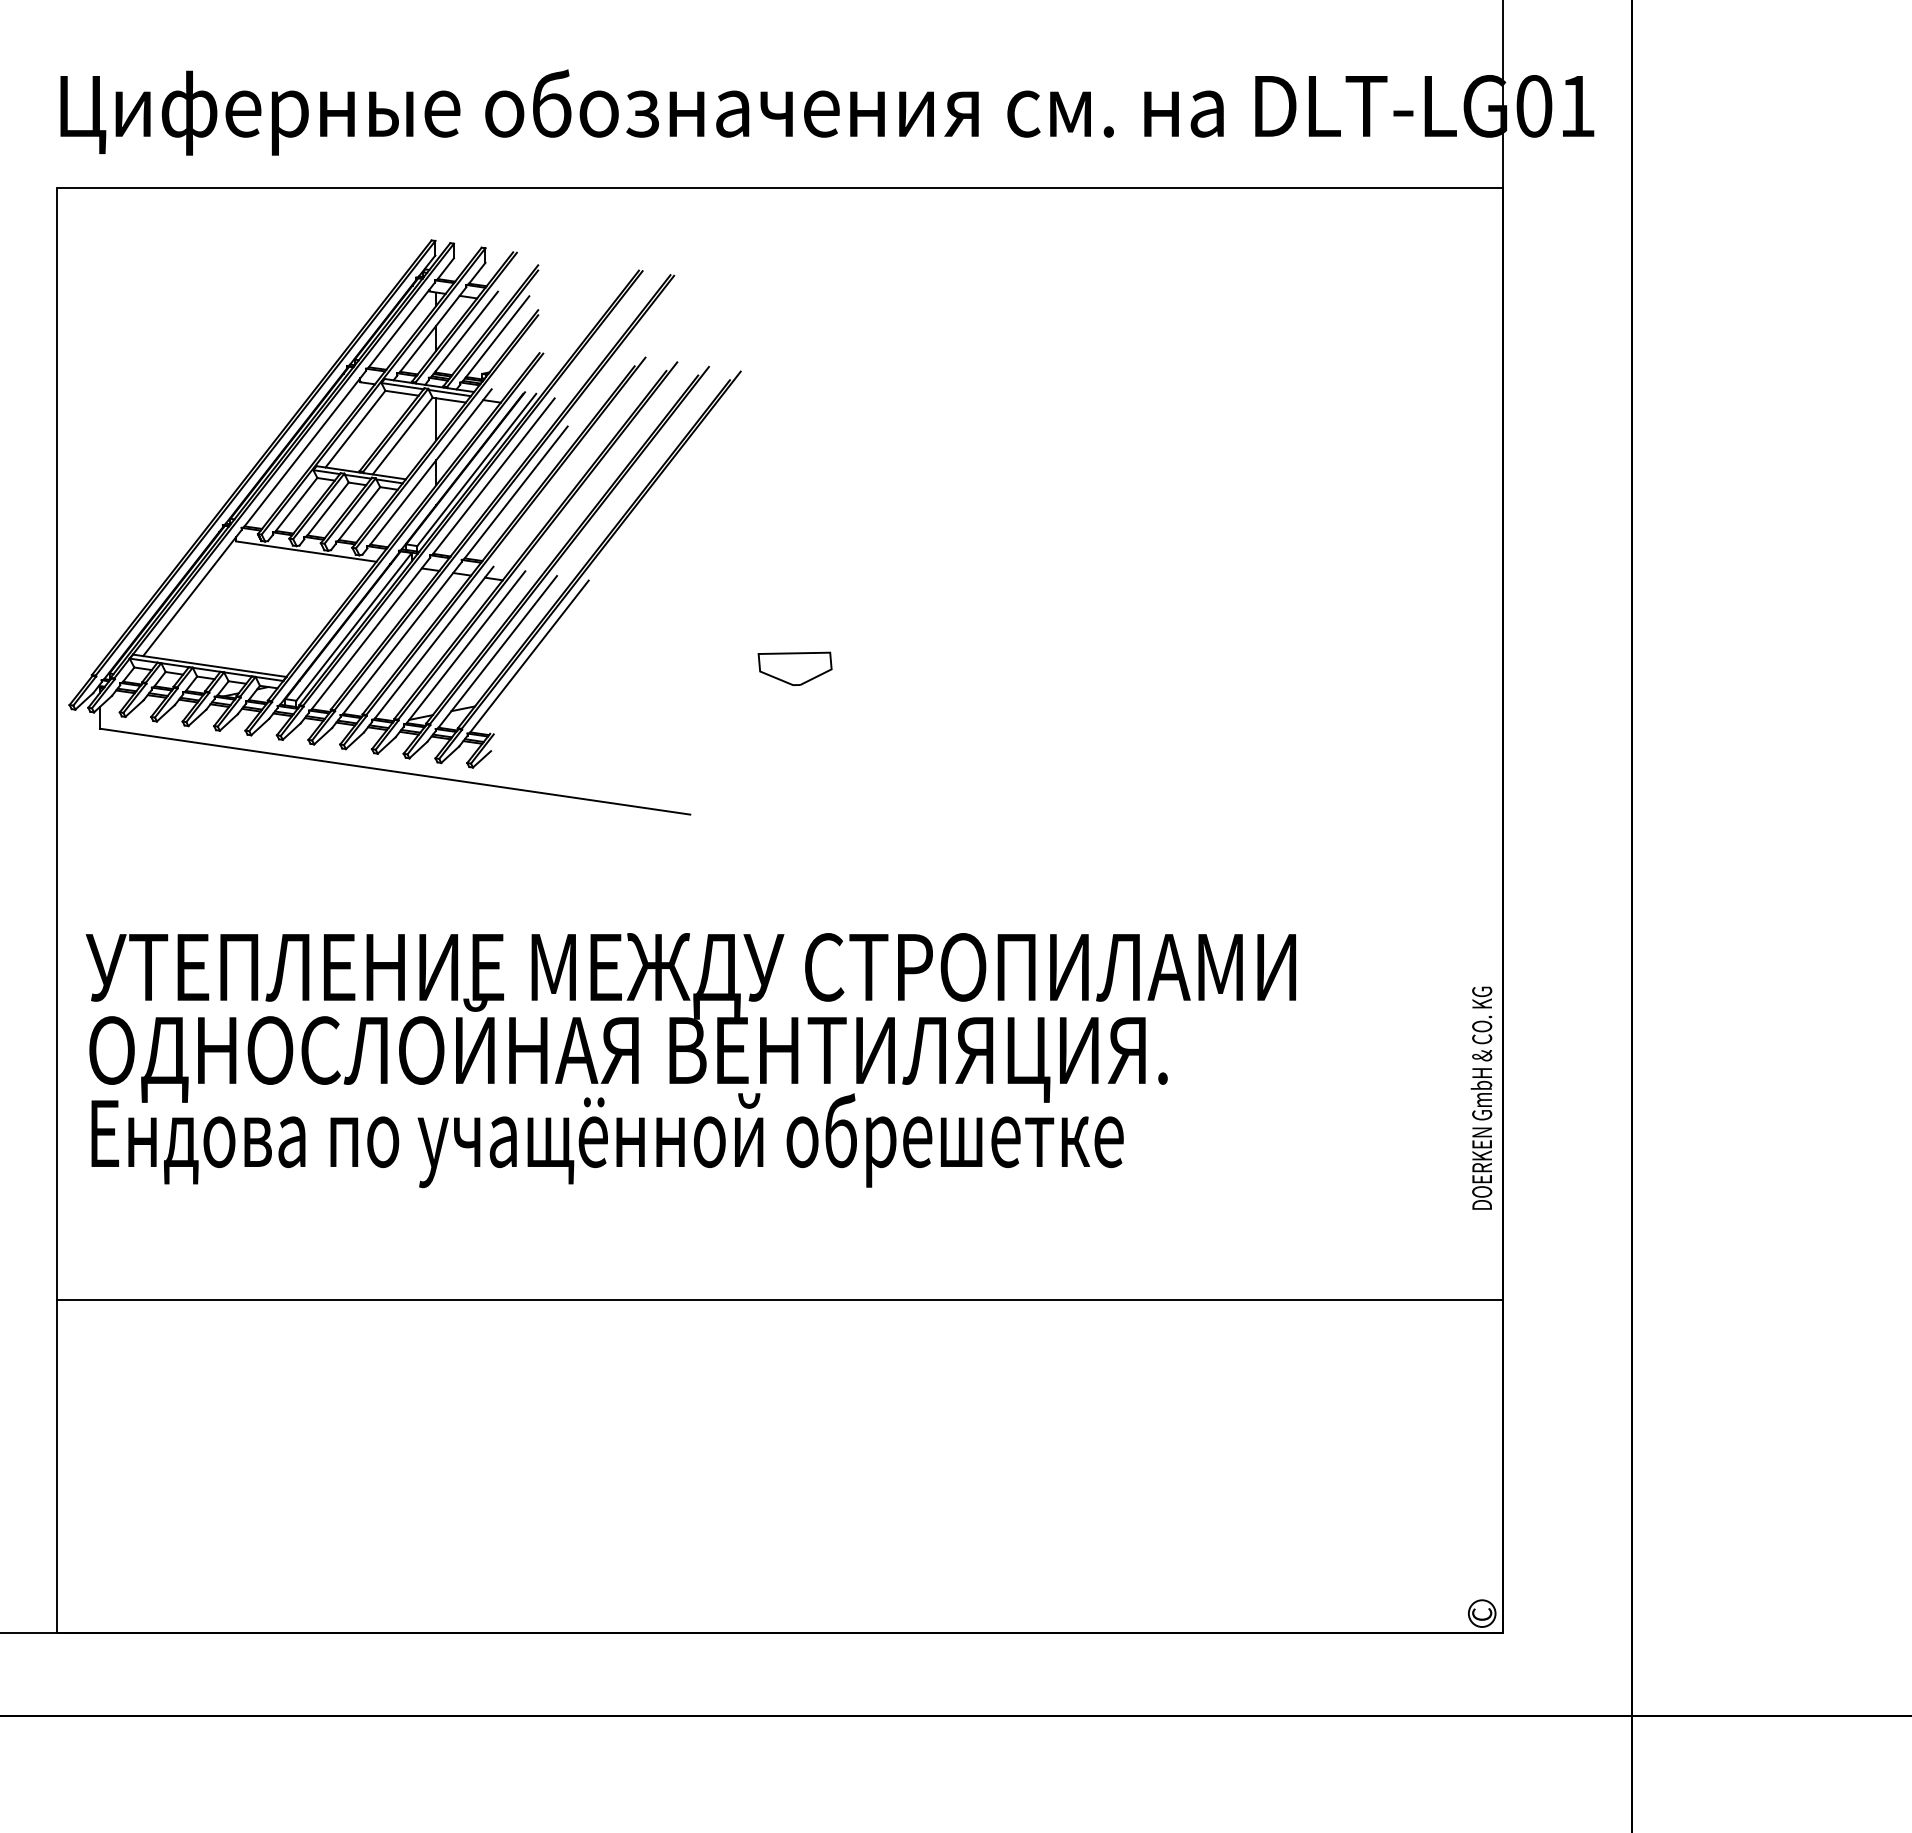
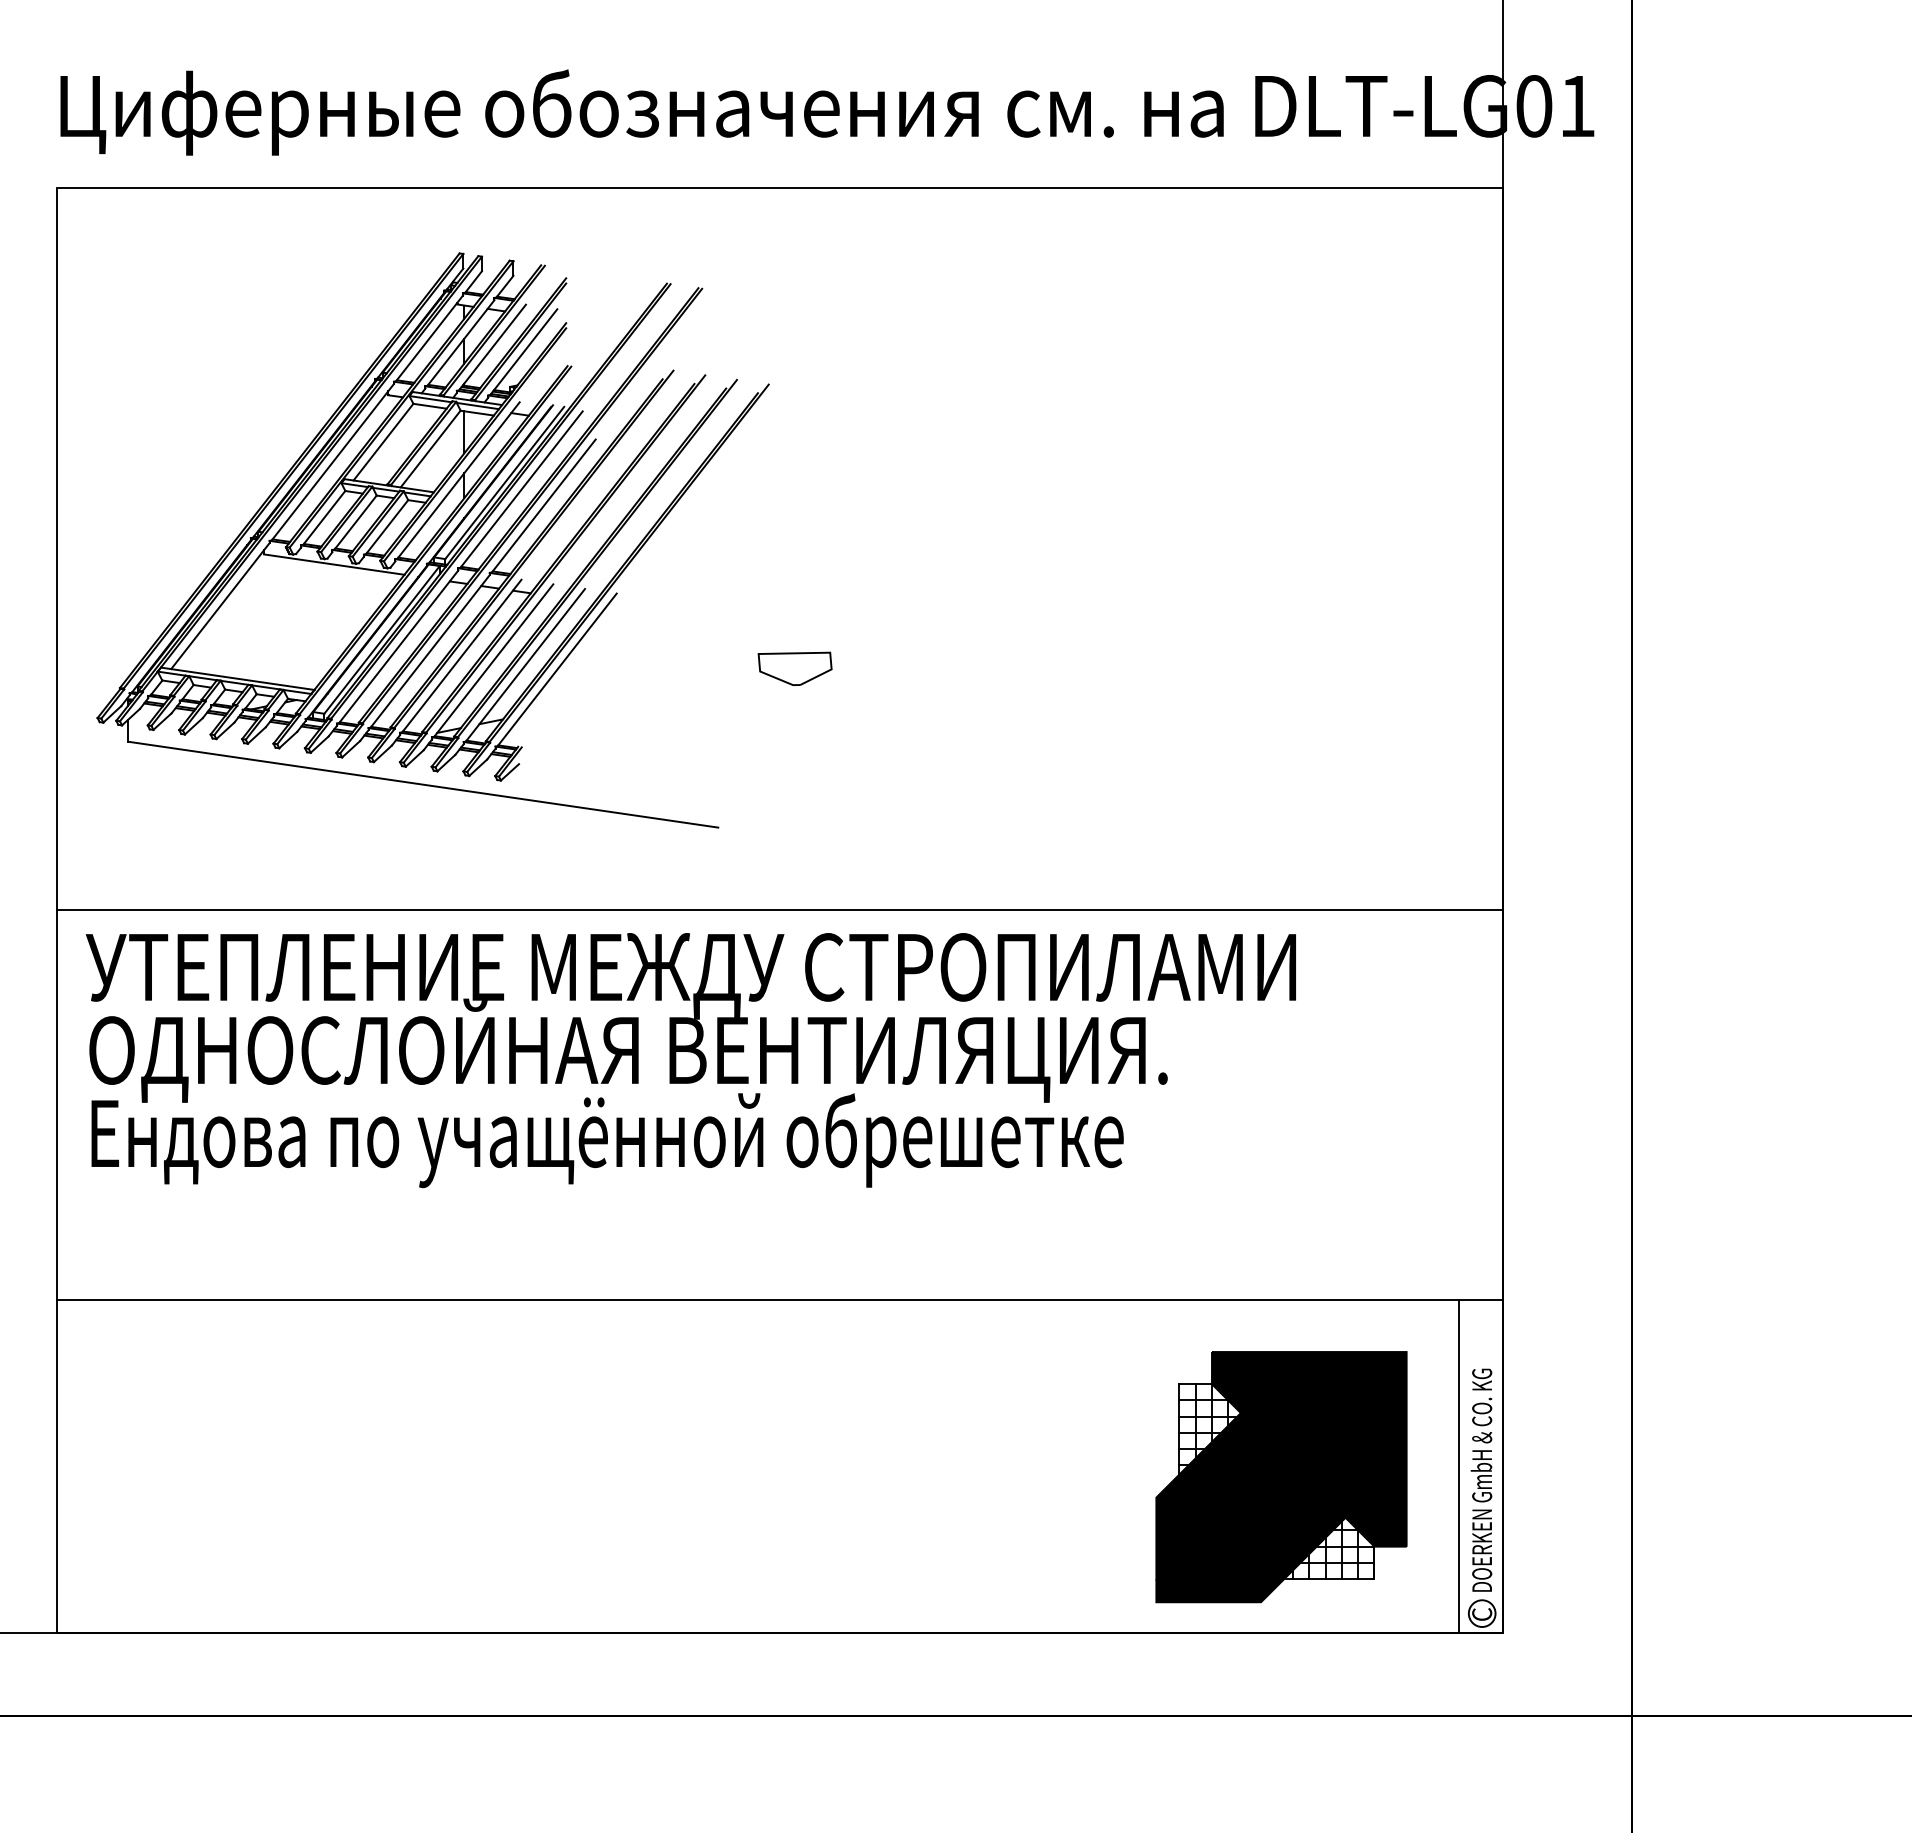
part at (404, 527) position: (404, 527) -> (432, 540)
line at (780, 910): none -> present
text at (1481, 1097) position: (1481, 1097) -> (1481, 1479)
line at (1459, 1466): none -> present
part at (1281, 1477): none -> present
